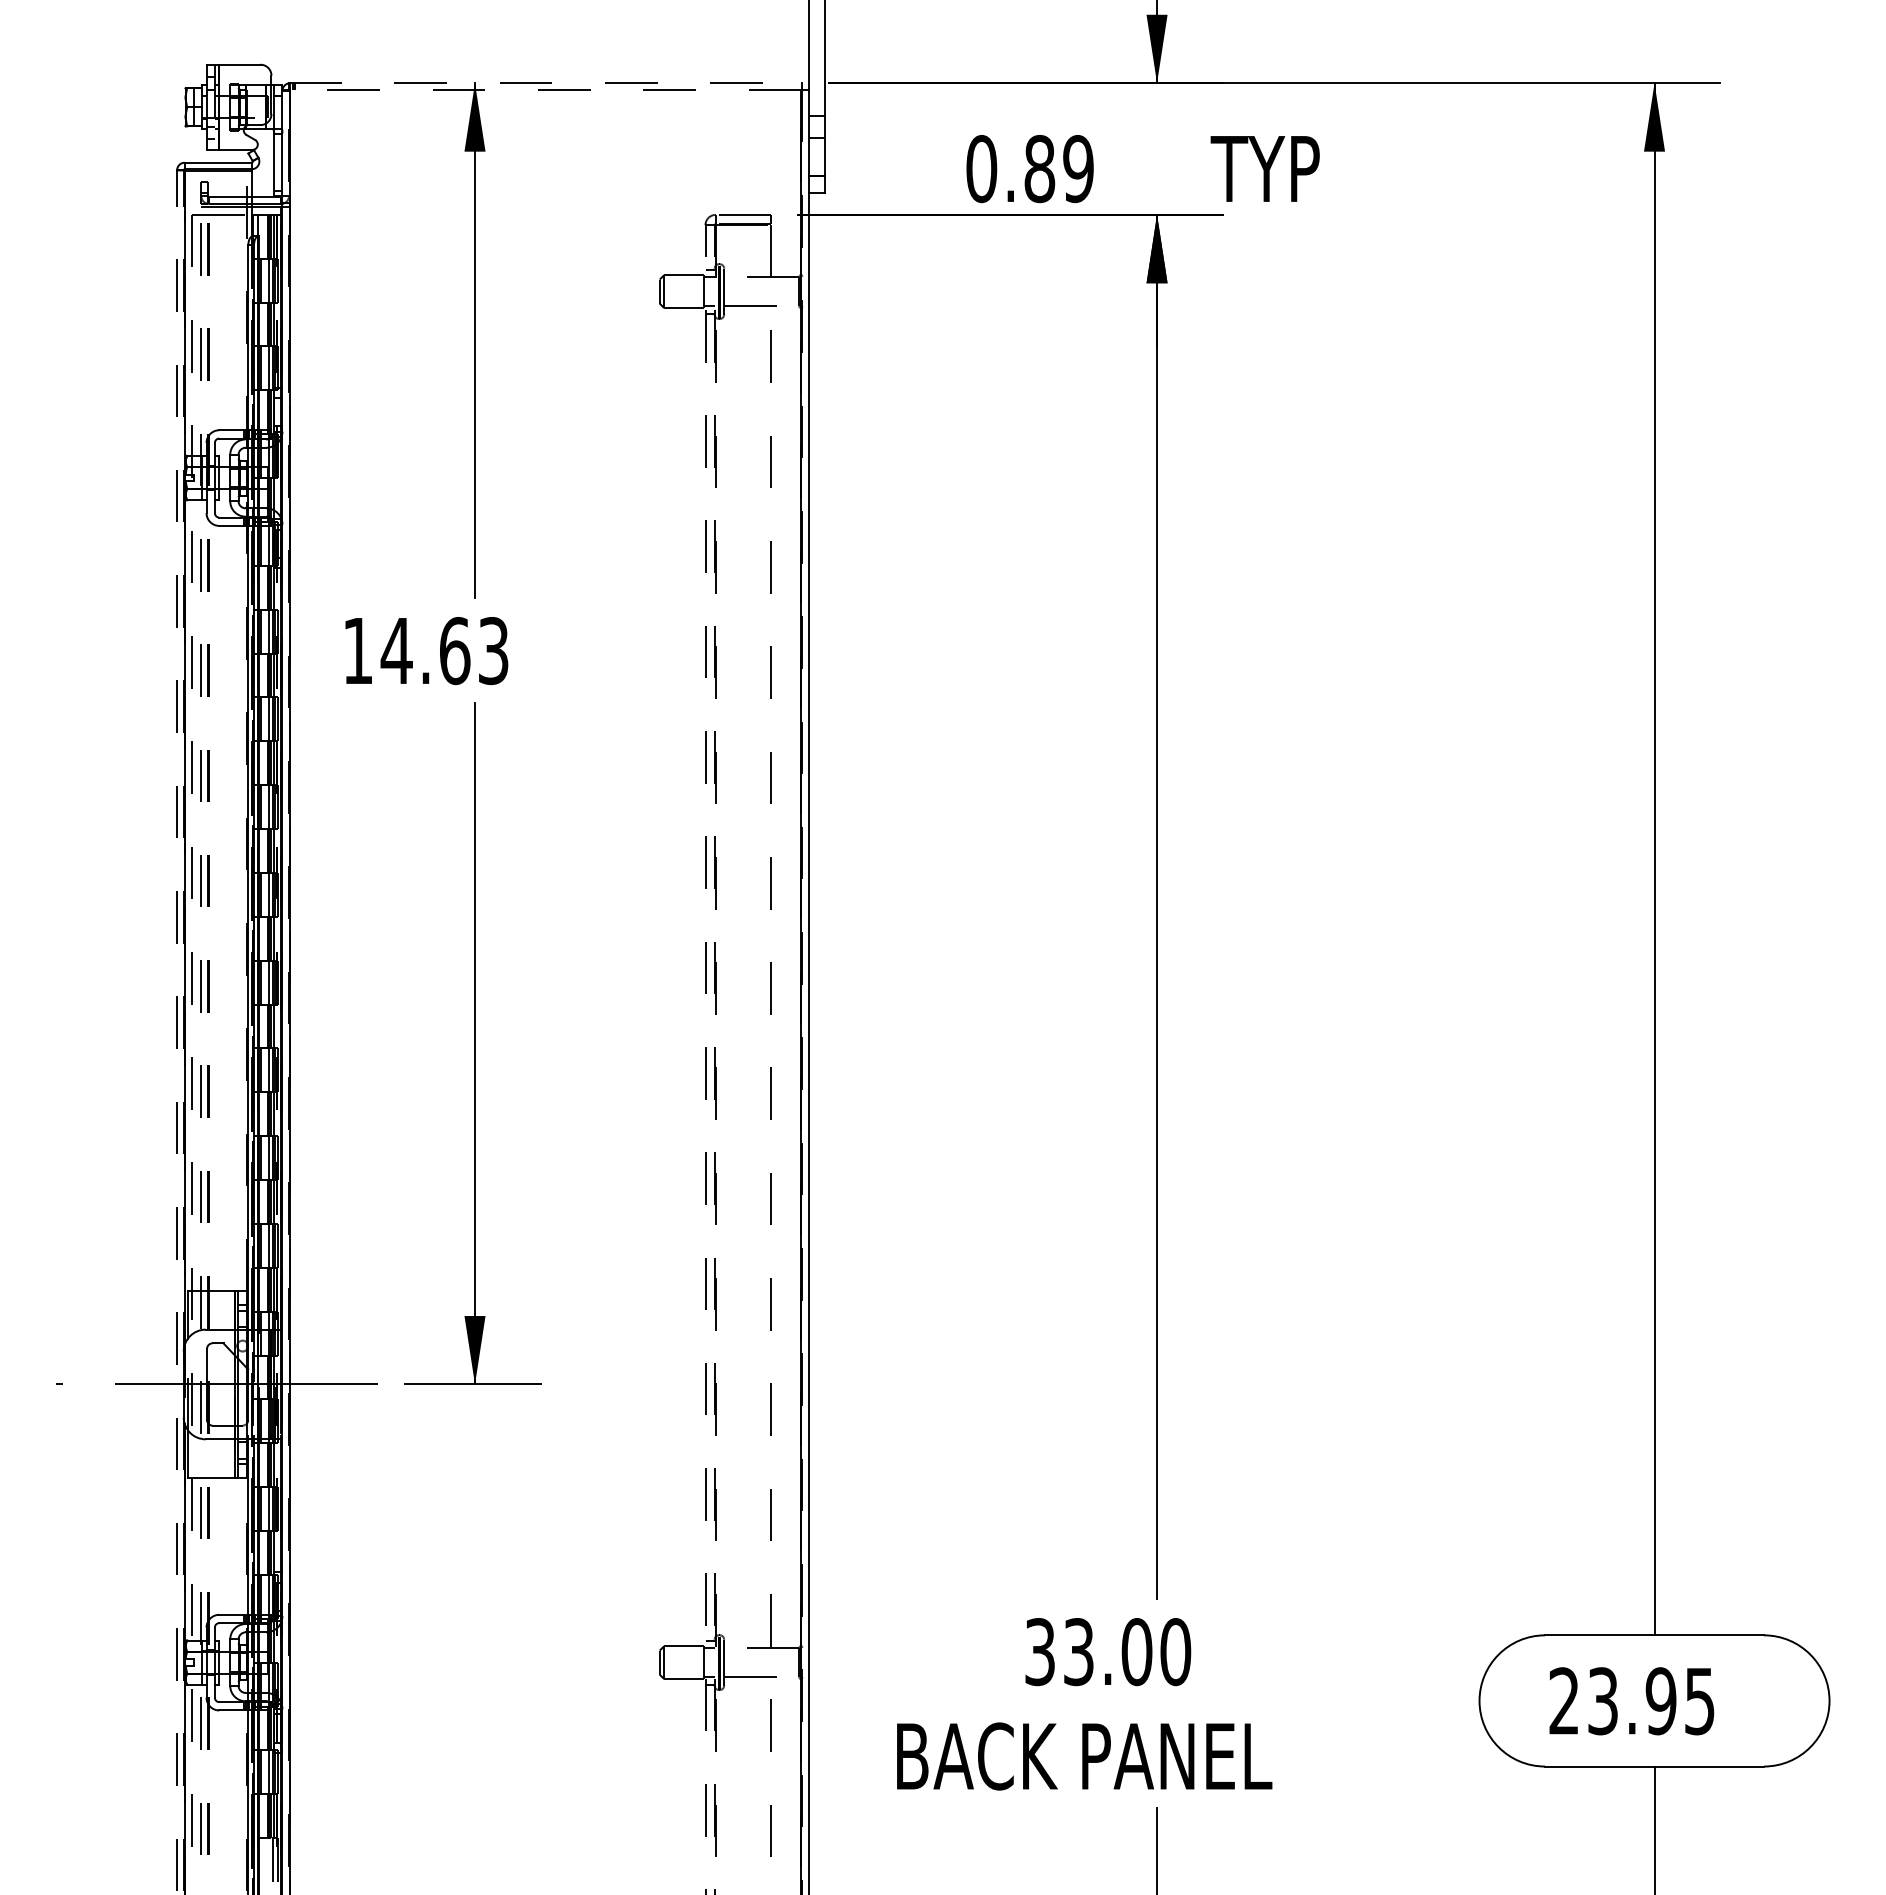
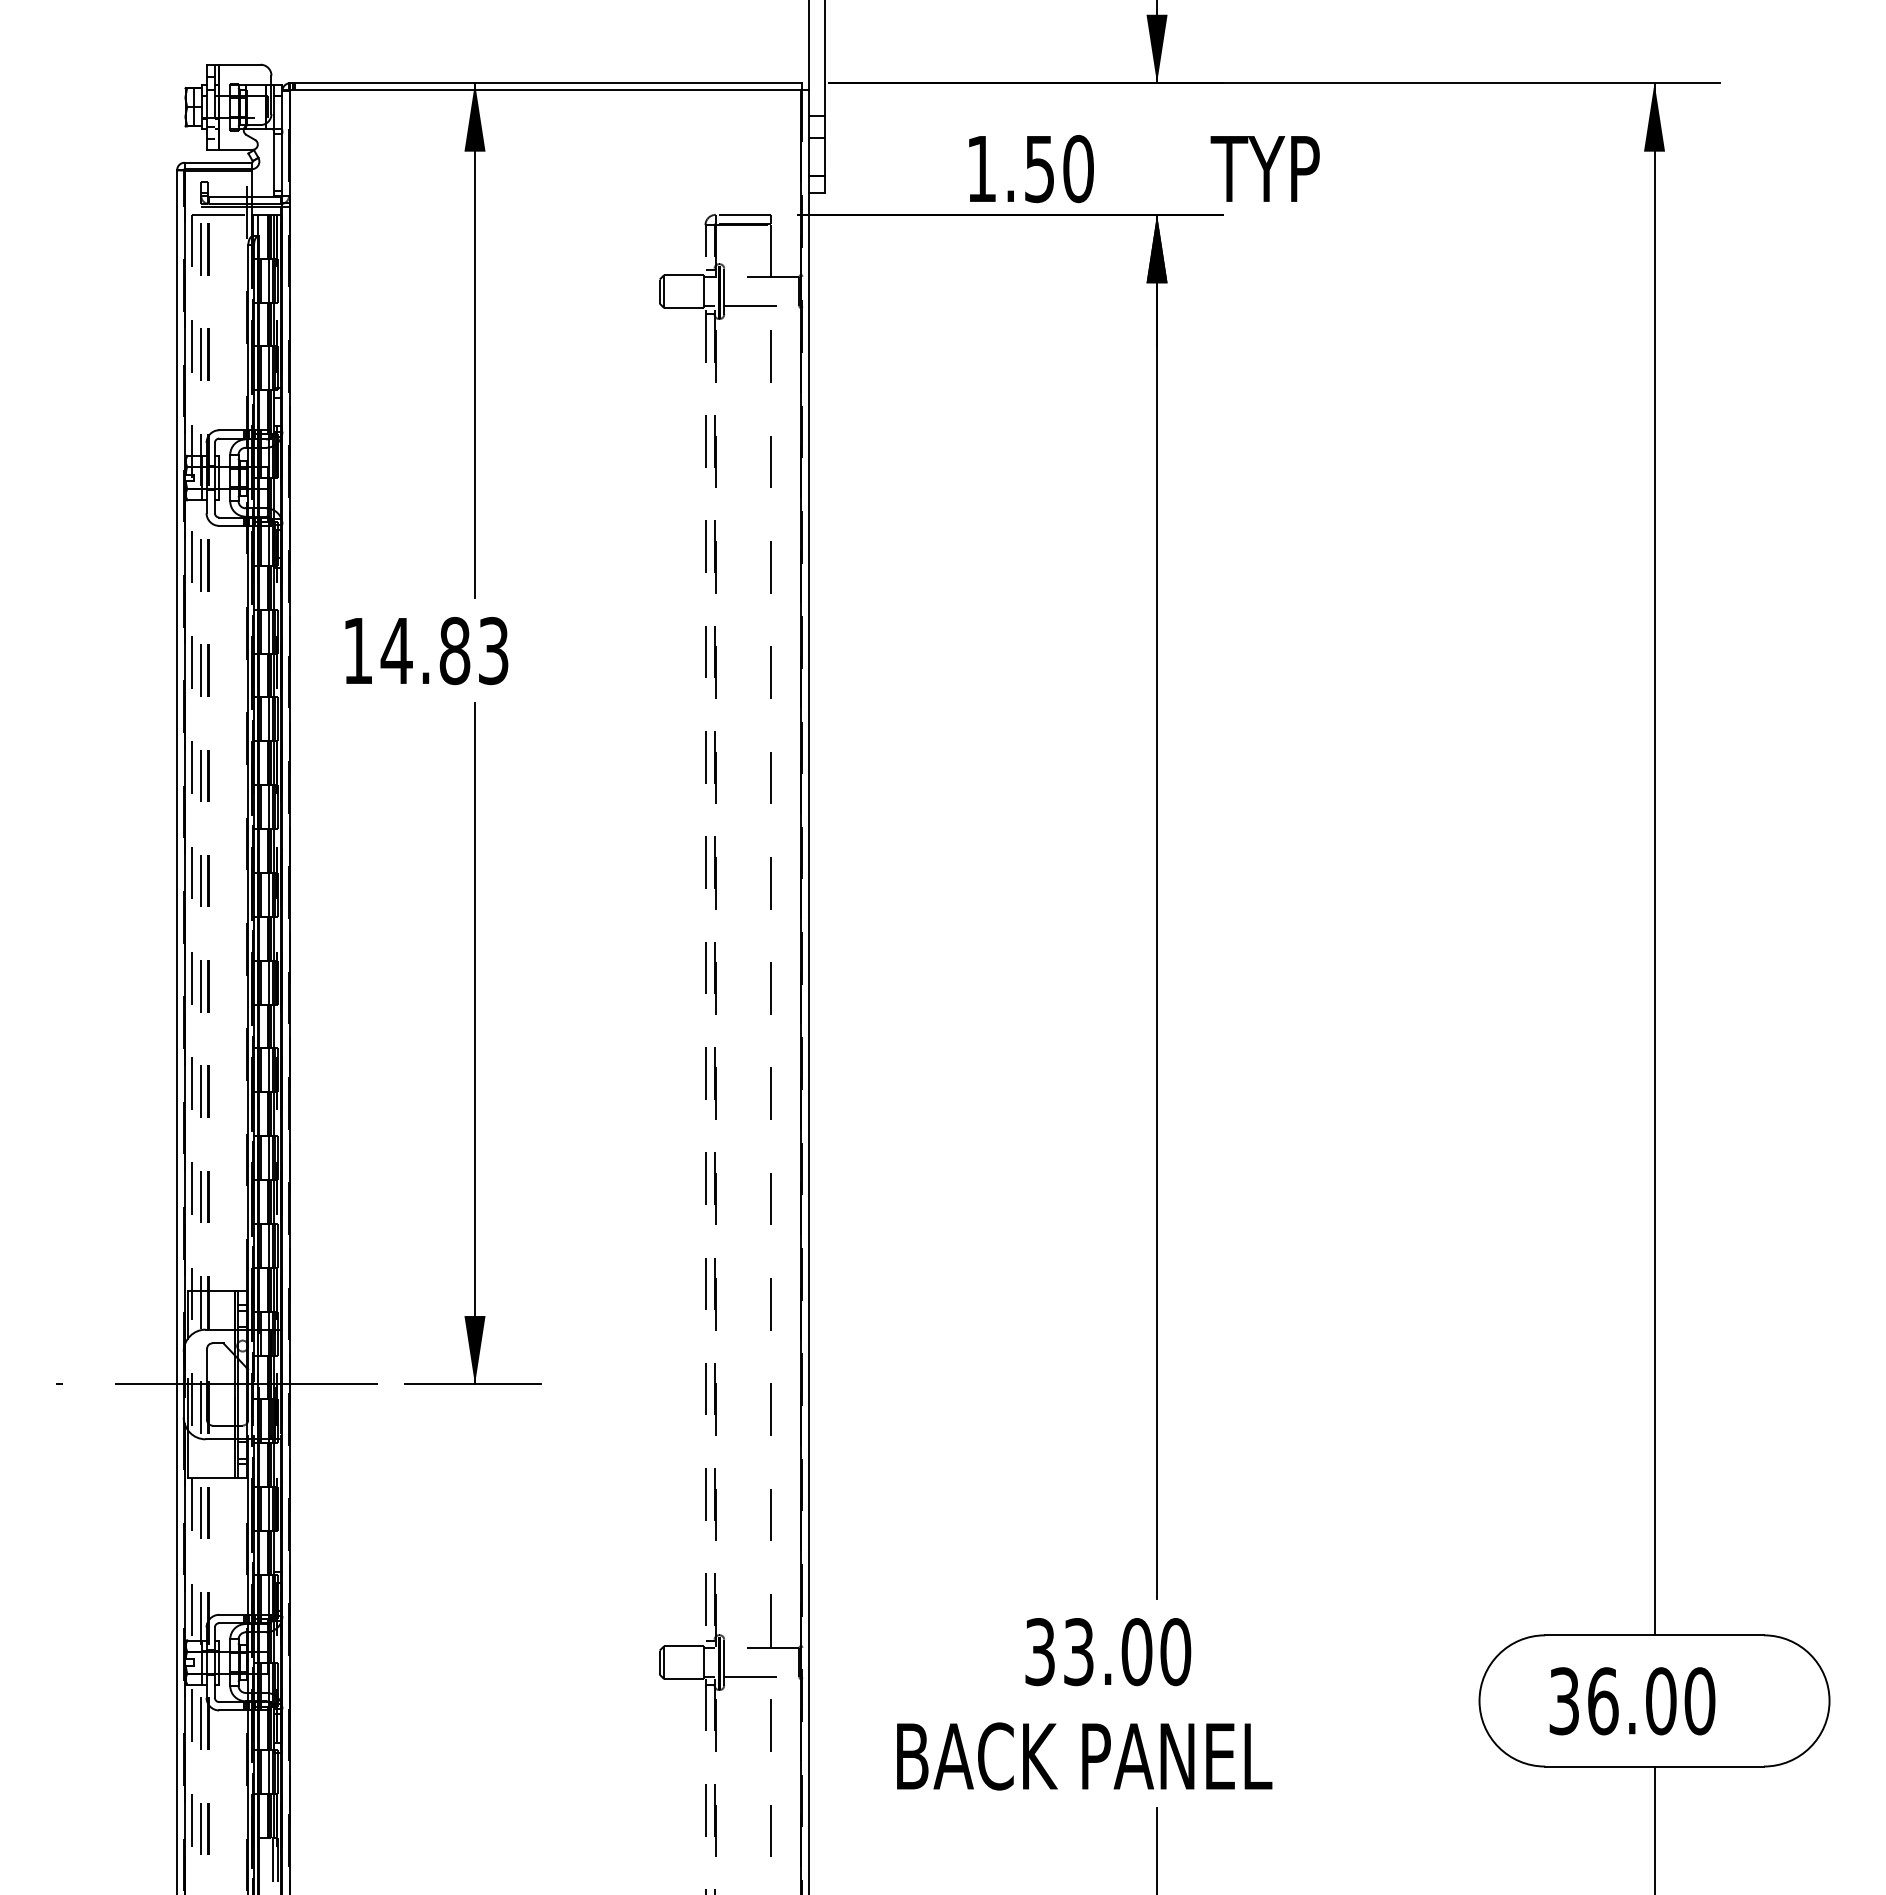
line at (545, 83): dashed -> solid
line at (545, 89): dashed -> solid
text at (1029, 169): 0.89 -> 1.50
text at (454, 650): 14.63 -> 14.83
line at (177, 1032): dashed -> solid
text at (1632, 1701): 23.95 -> 36.00
